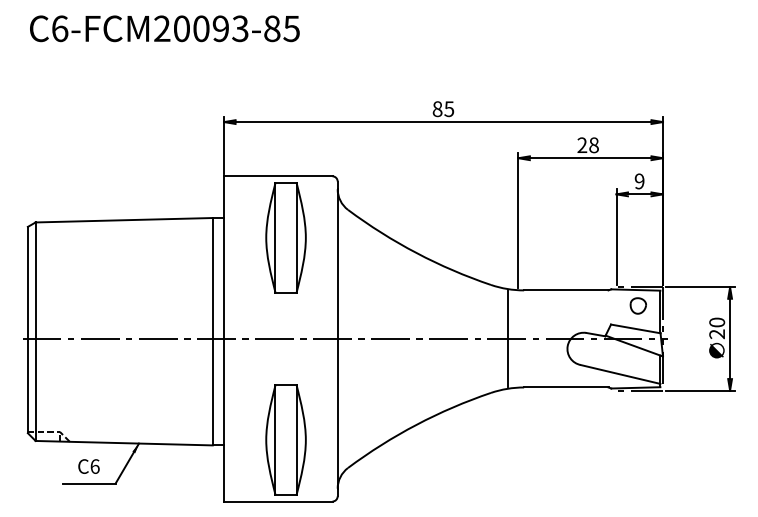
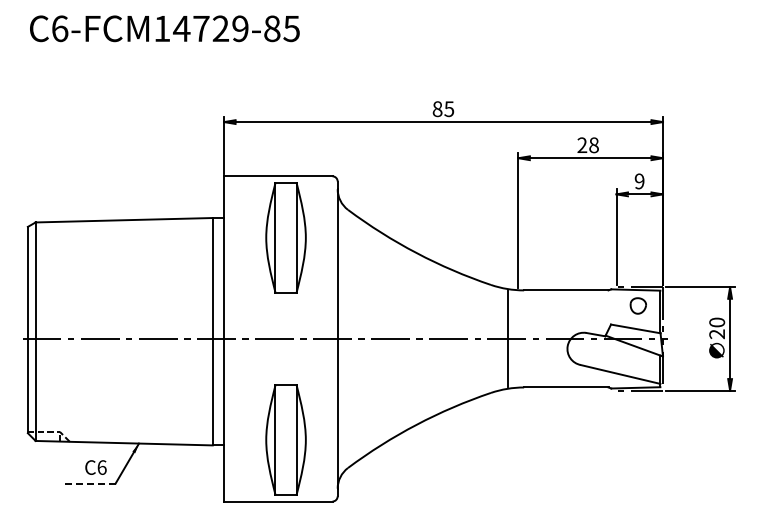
text at (201, 28): C6-FCM20093-85 -> C6-FCM14729-85
text at (88, 466) position: (88, 466) -> (95, 467)
line at (89, 483): solid -> dashed
